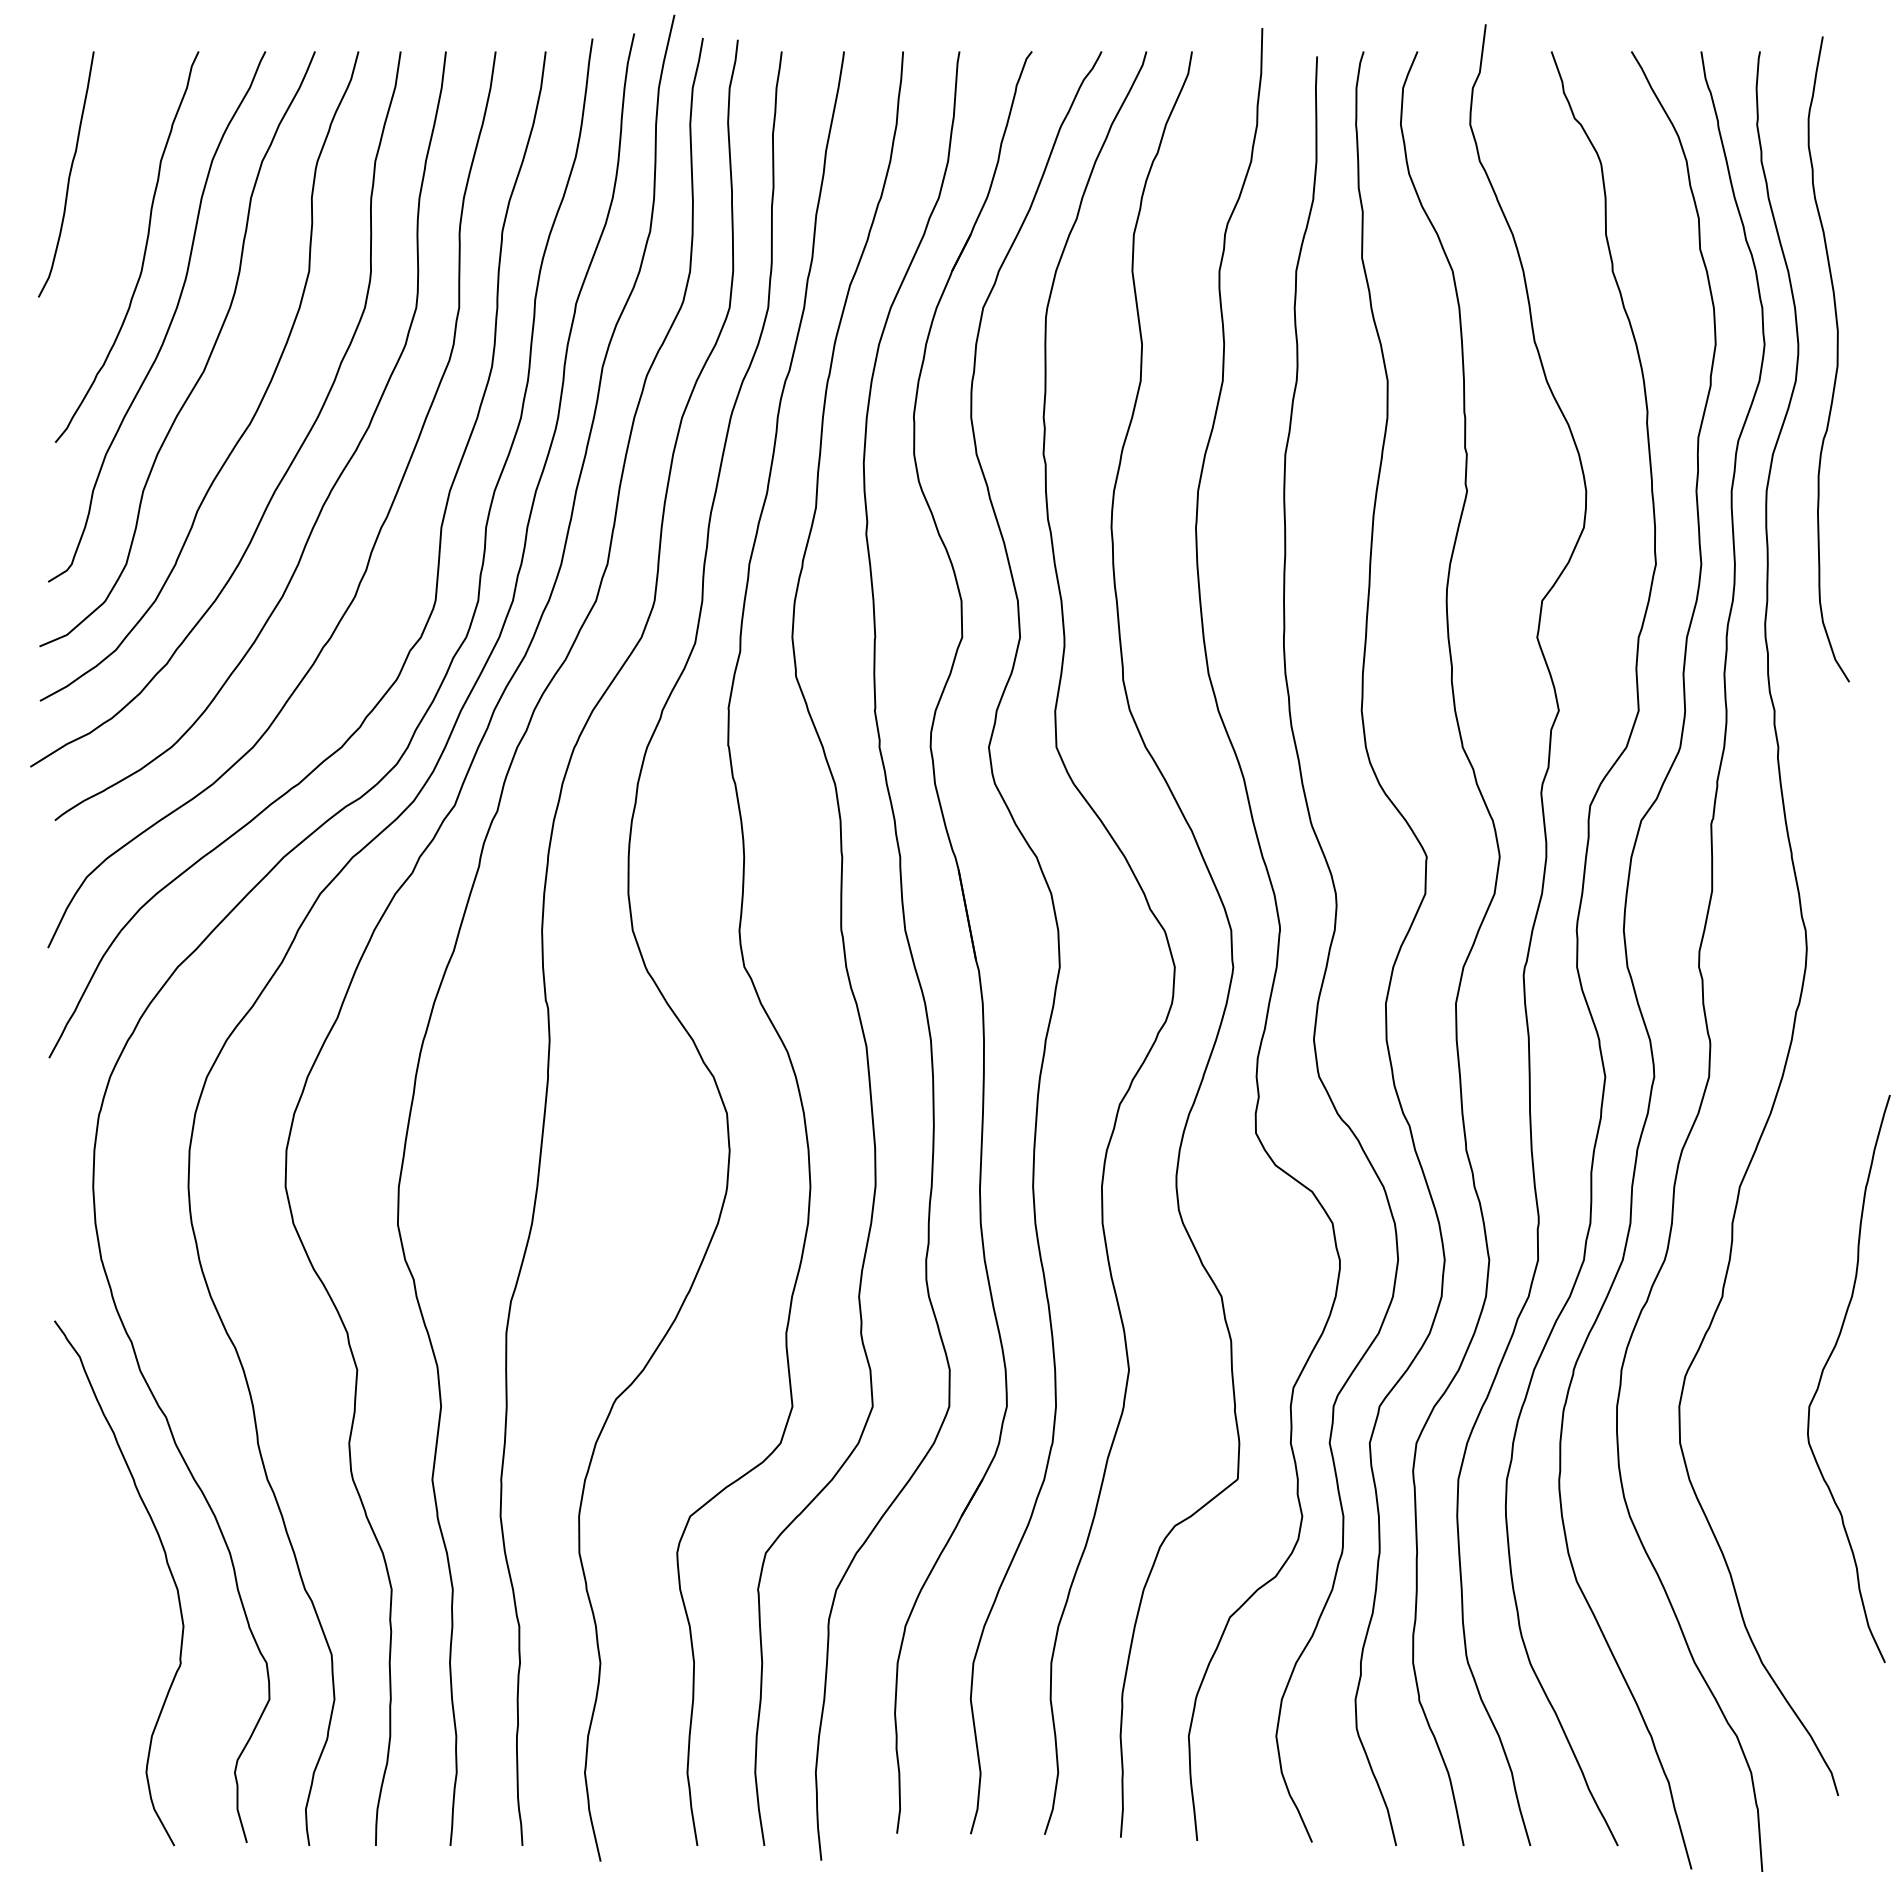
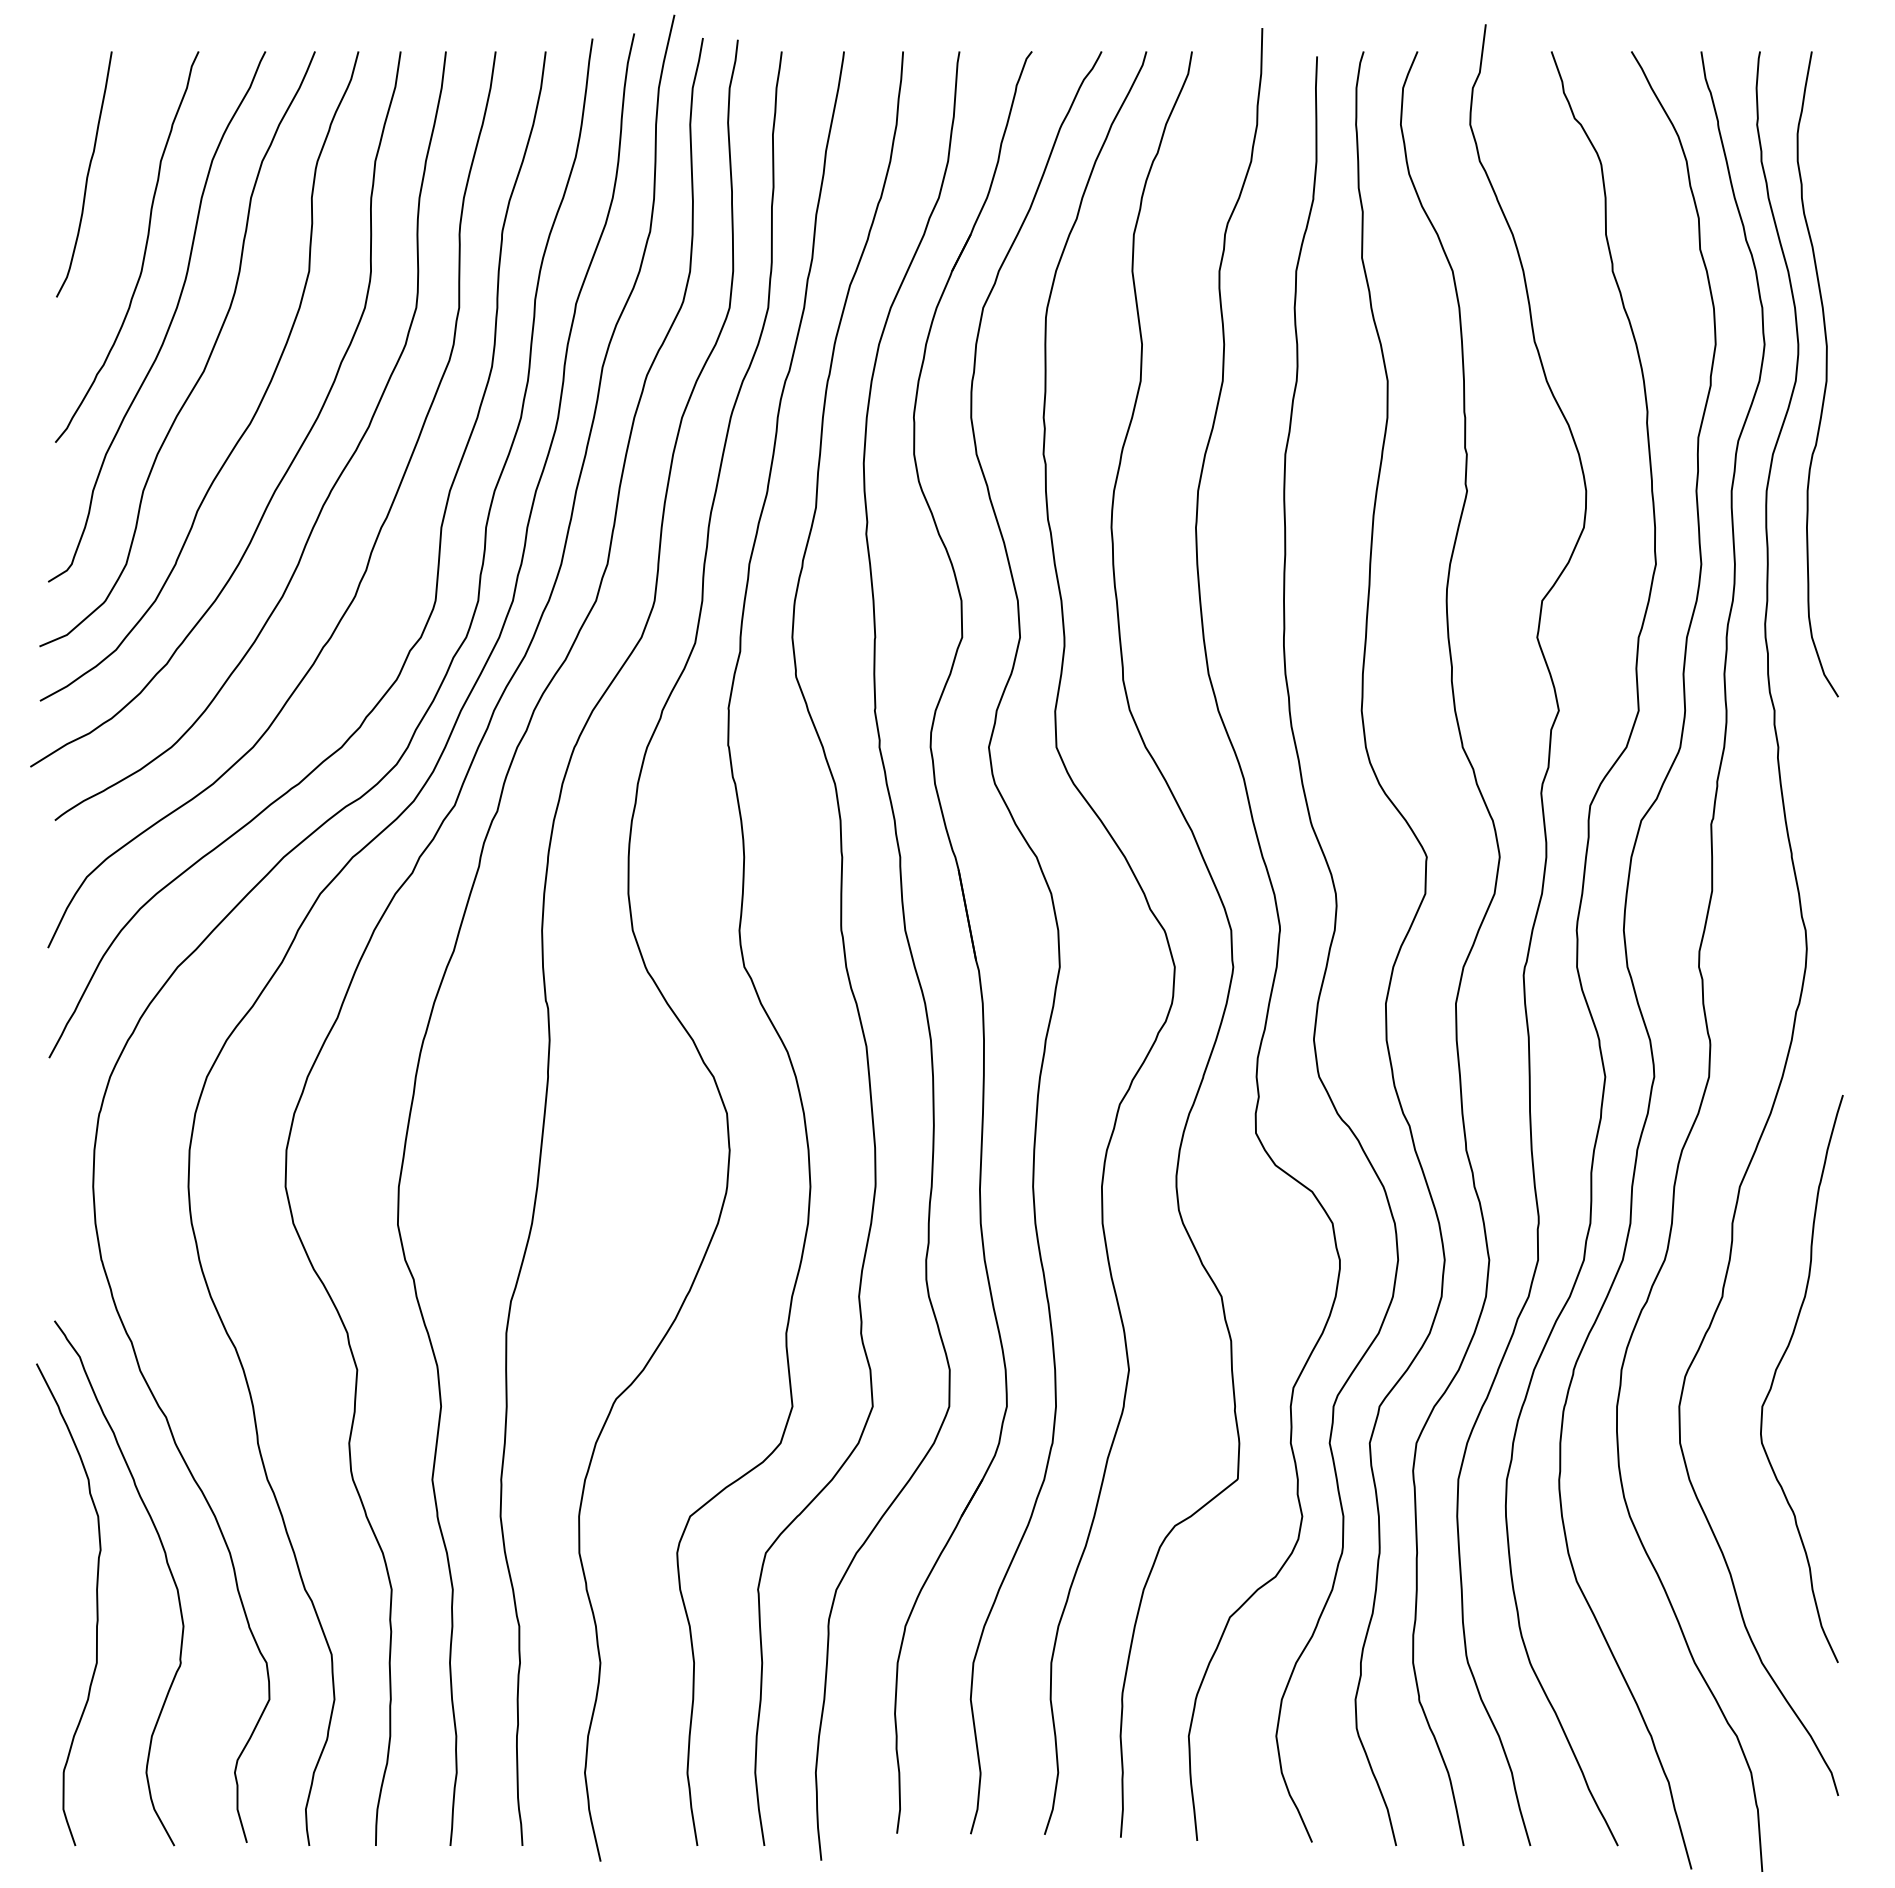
curve at (68, 175) position: (68, 175) -> (86, 175)
curve at (1836, 359) position: (1836, 359) -> (1825, 374)
curve at (1825, 1367) position: (1825, 1367) -> (1778, 1367)
curve at (96, 1604): none -> present
